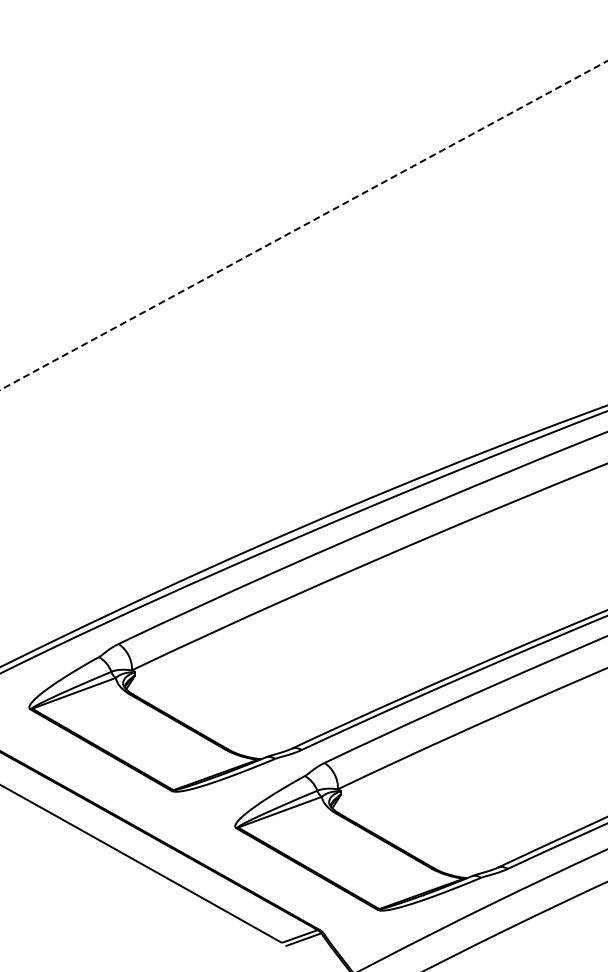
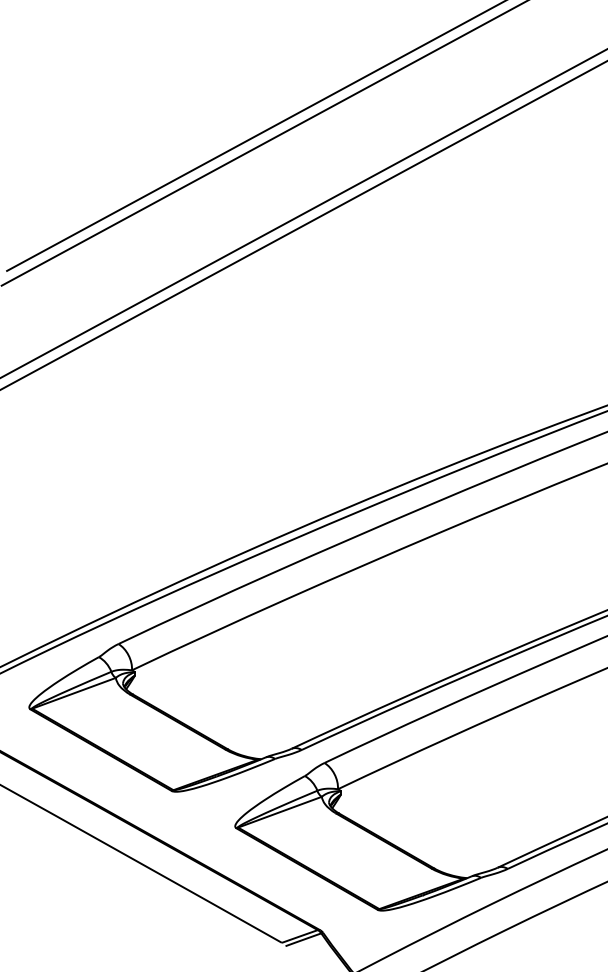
line at (255, 136): none -> present
line at (263, 143): none -> present
line at (303, 213): none -> present
line at (303, 225): dashed -> solid
